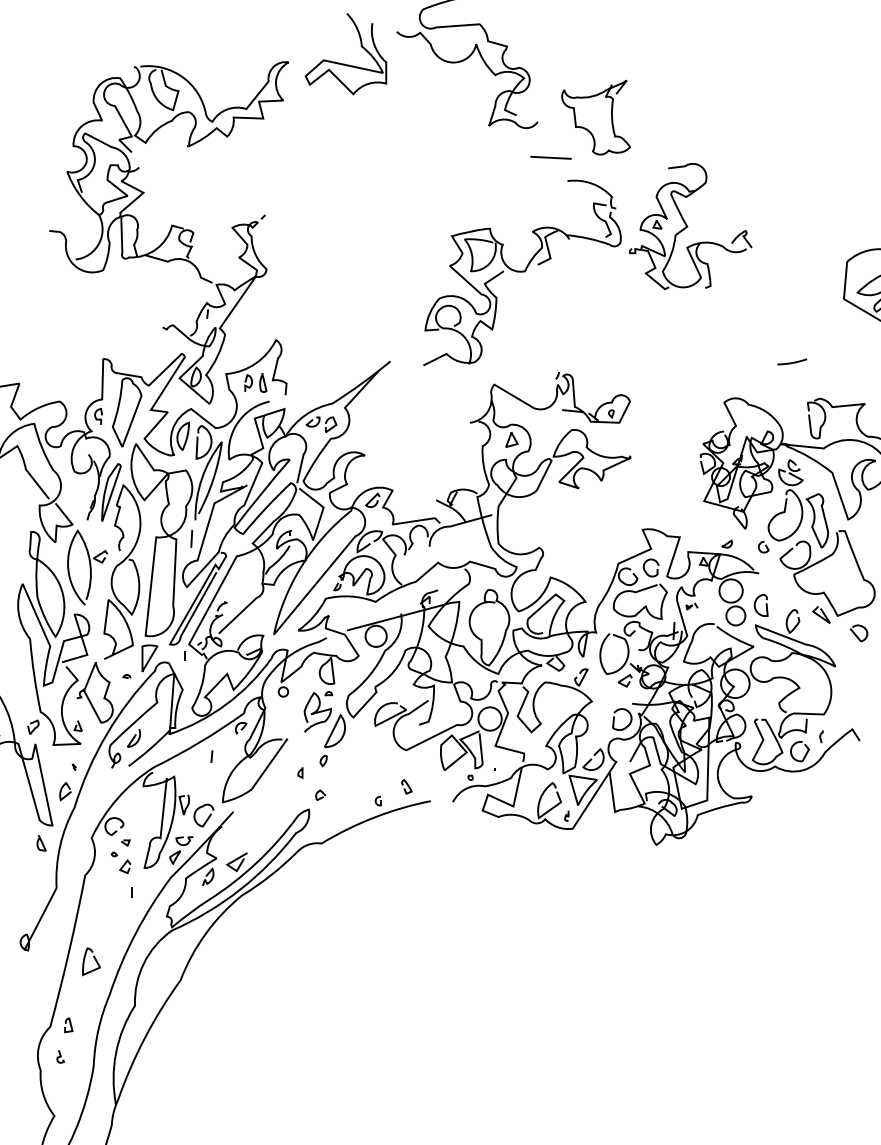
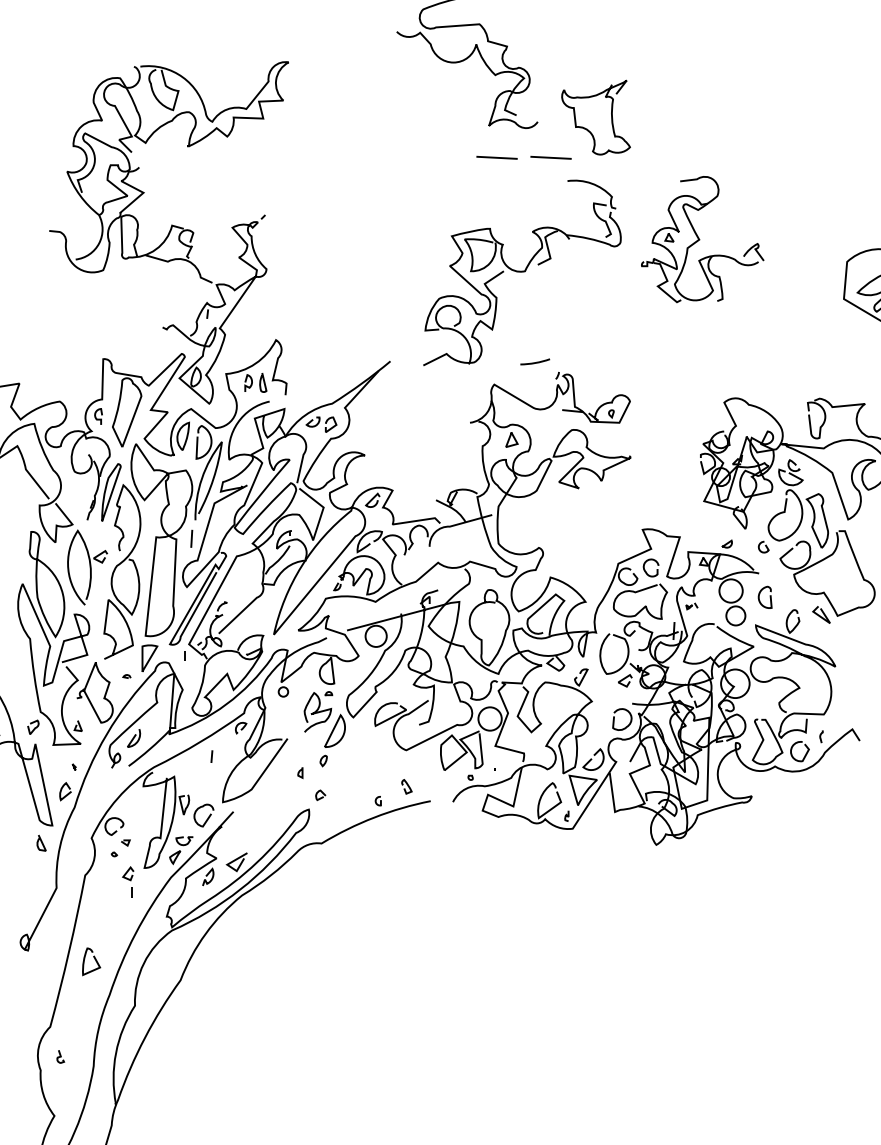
curve at (344, 63): present -> none
line at (496, 157): none -> present
part at (690, 226) position: (690, 226) -> (702, 239)
curve at (793, 361) position: (793, 361) -> (536, 361)
curve at (756, 602) position: (756, 602) -> (760, 594)
curve at (856, 634): present -> none
line at (124, 866) position: (124, 866) -> (127, 873)
curve at (69, 1024): present -> none
